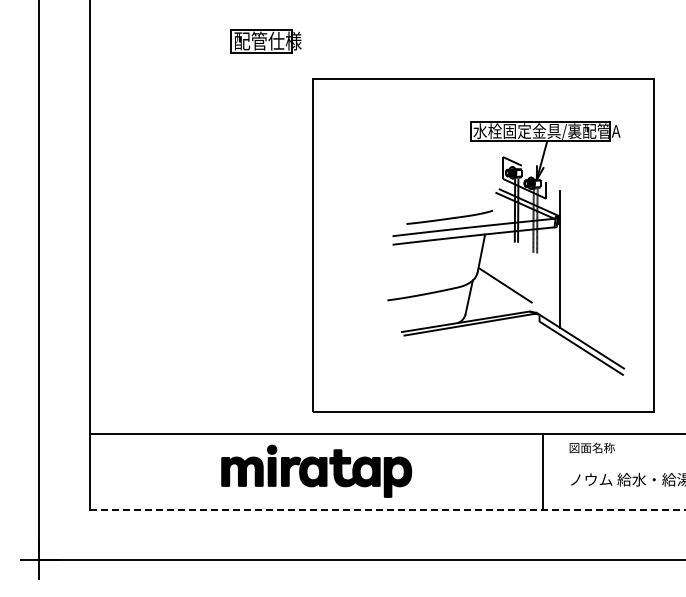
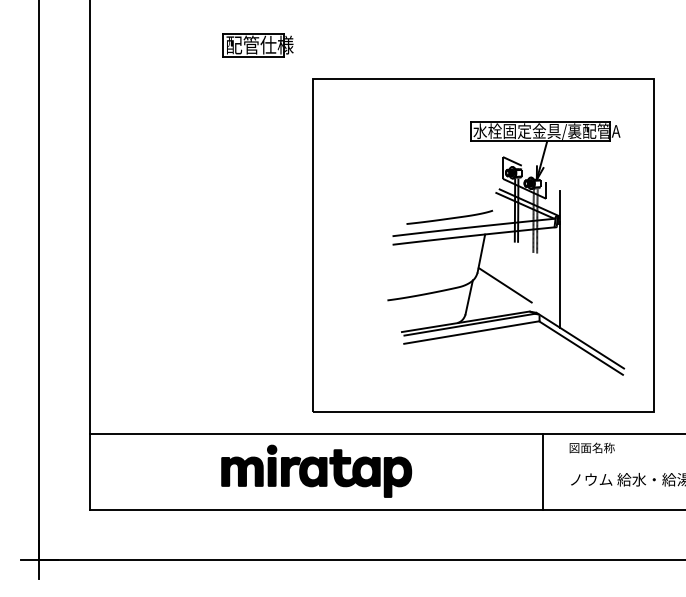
part at (265, 41) position: (265, 41) -> (257, 45)
line at (471, 332): none -> present
line at (387, 509): dashed -> solid
